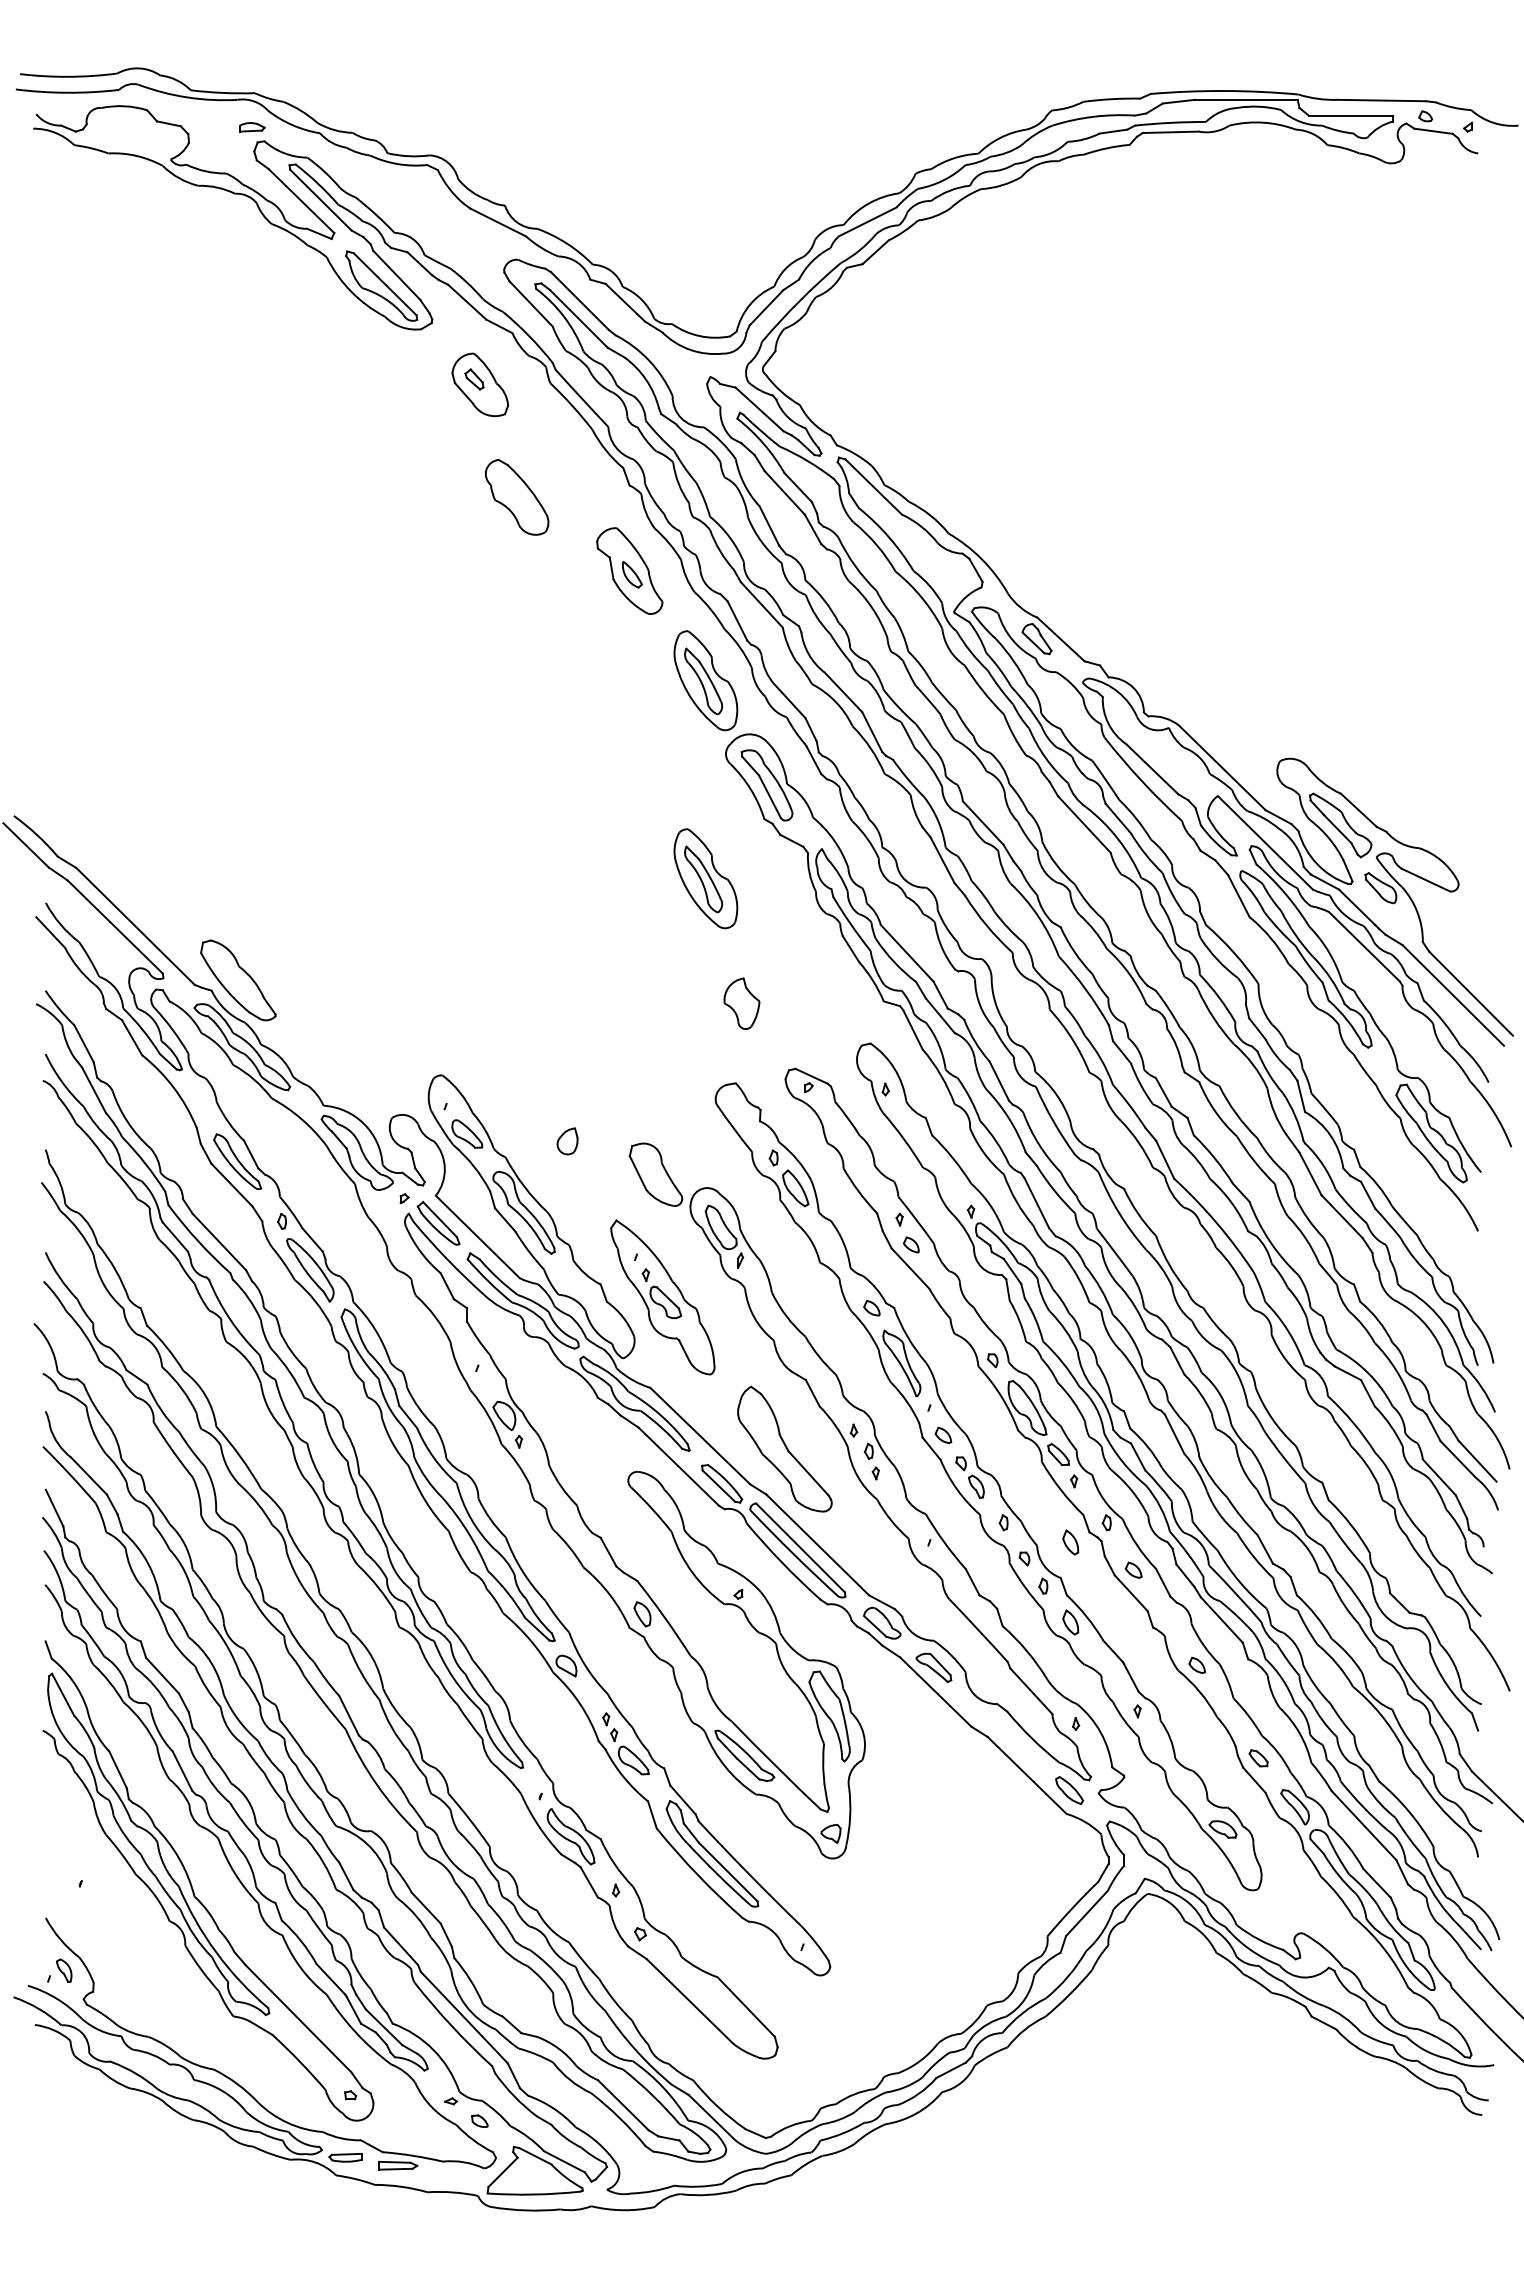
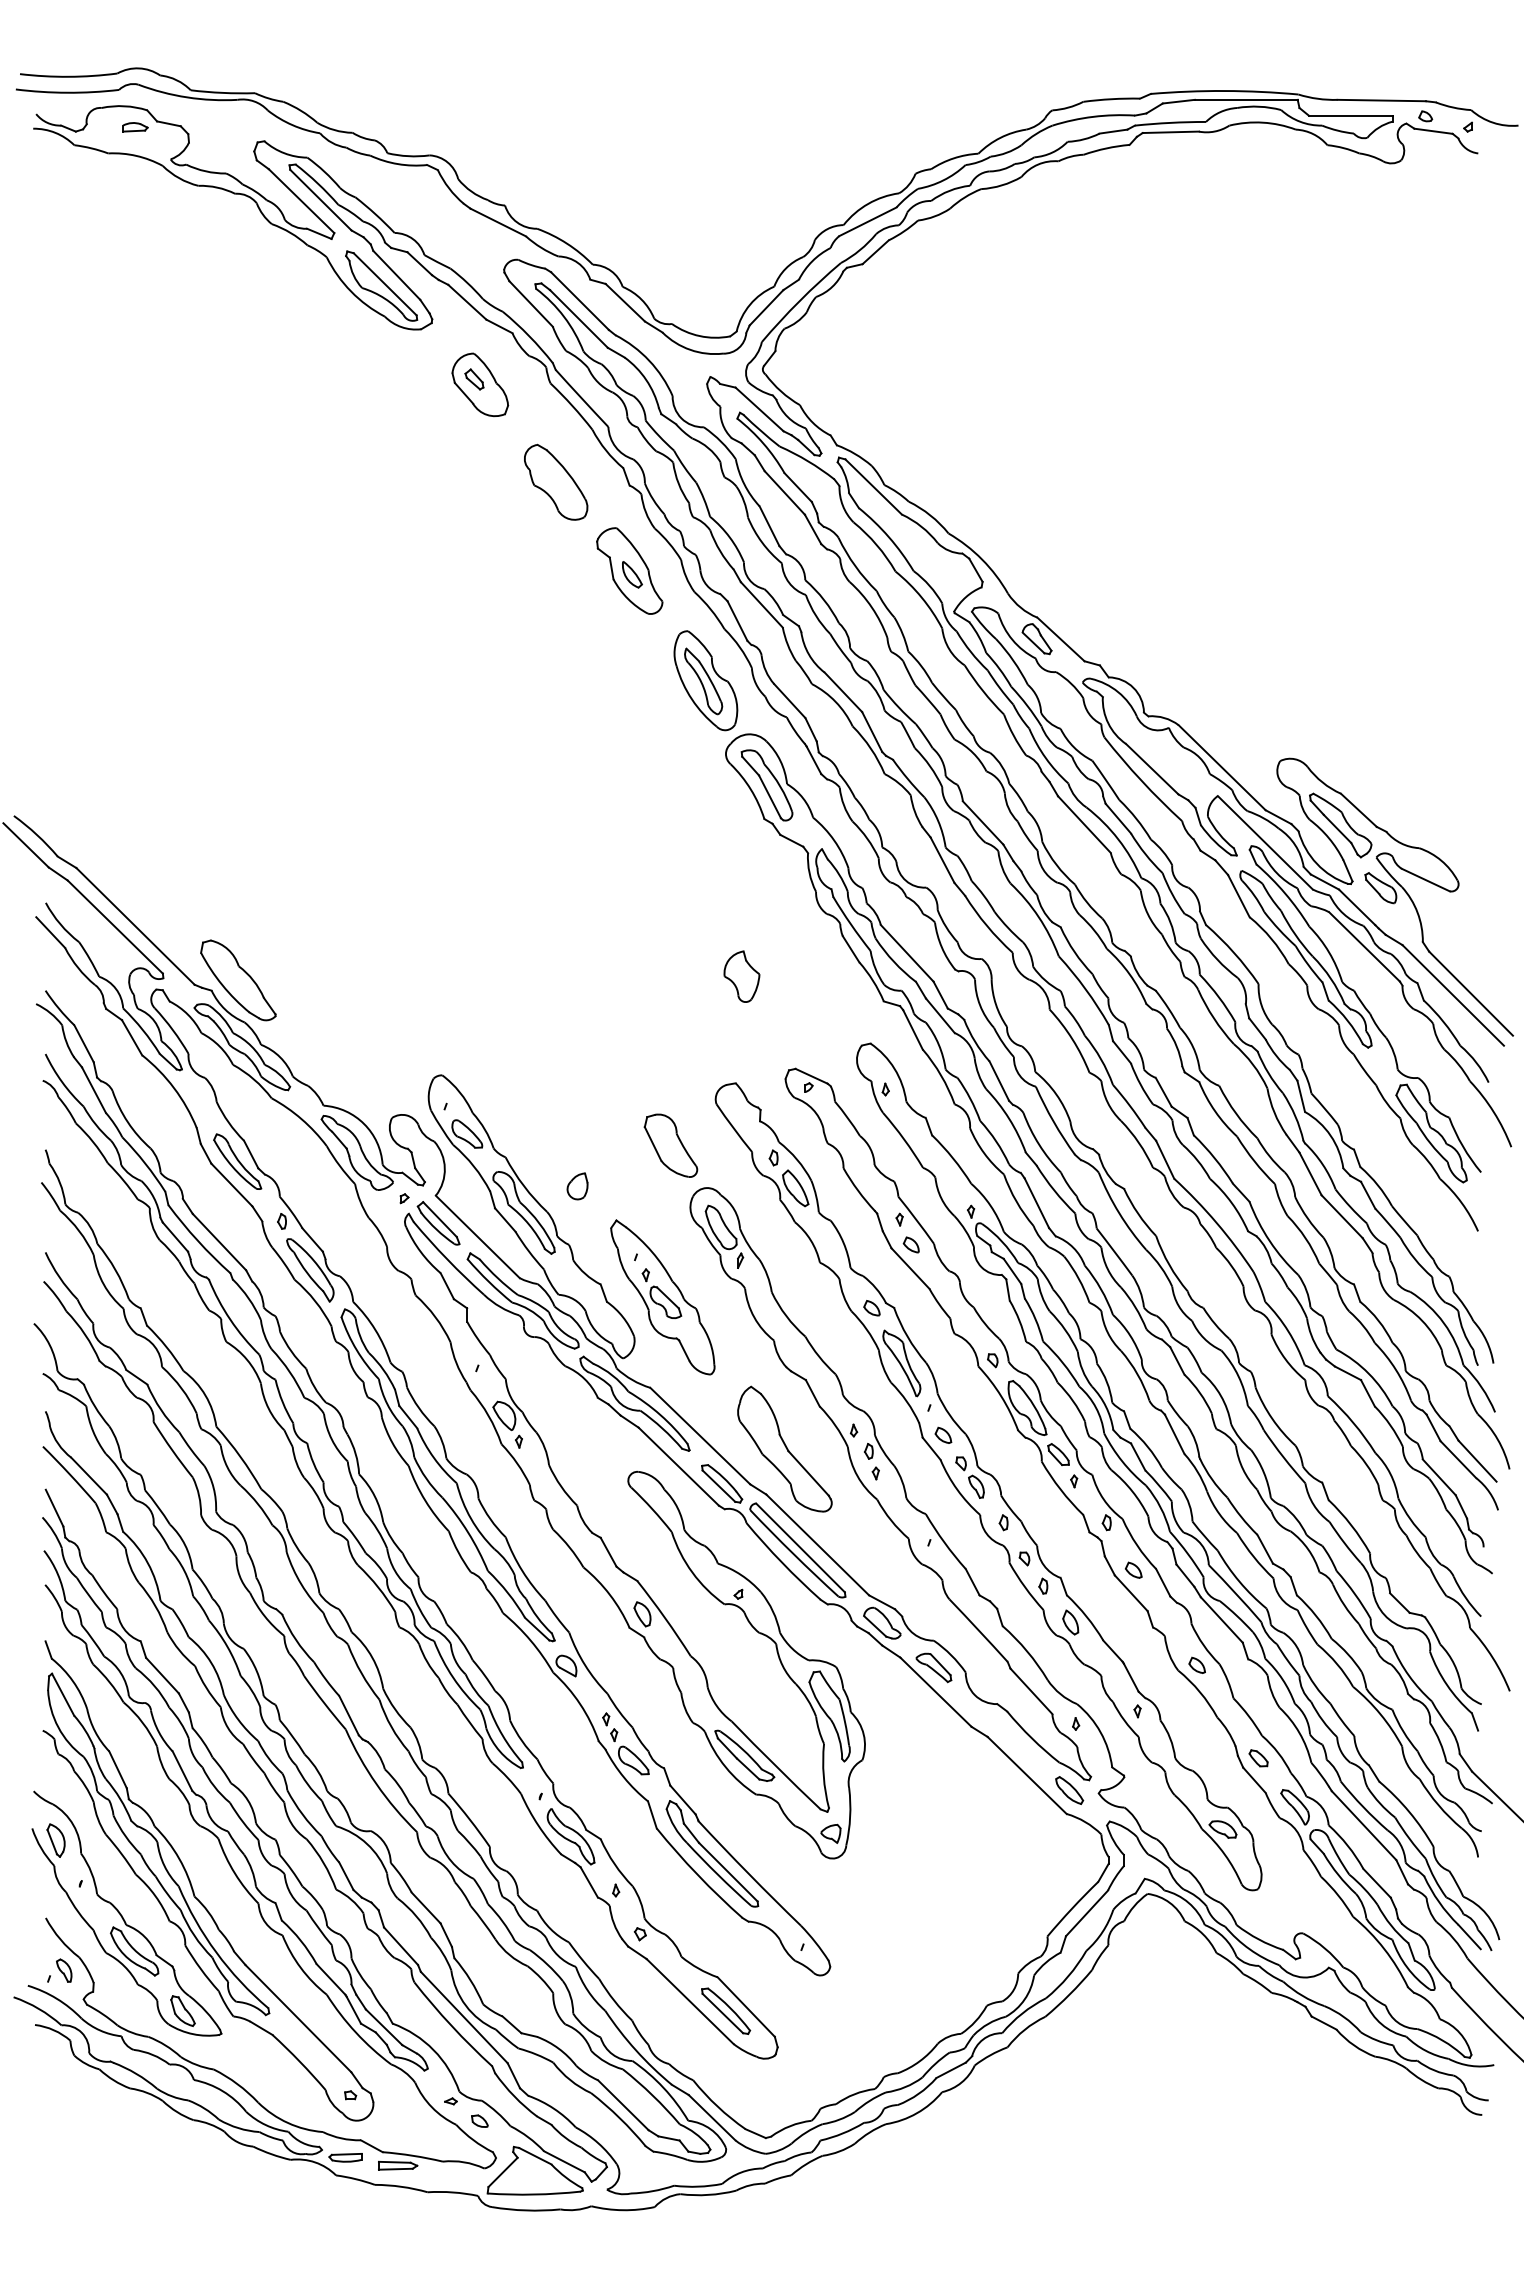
part at (252, 127) position: (252, 127) -> (135, 127)
part at (517, 496) position: (517, 496) -> (556, 481)
part at (705, 878): present -> none
part at (741, 1003) position: (741, 1003) -> (741, 976)
part at (567, 1141) position: (567, 1141) -> (577, 1186)
part at (655, 1174) position: (655, 1174) -> (670, 1145)
part at (1070, 1542): present -> none
part at (126, 1913): none -> present
part at (726, 2010): none -> present
